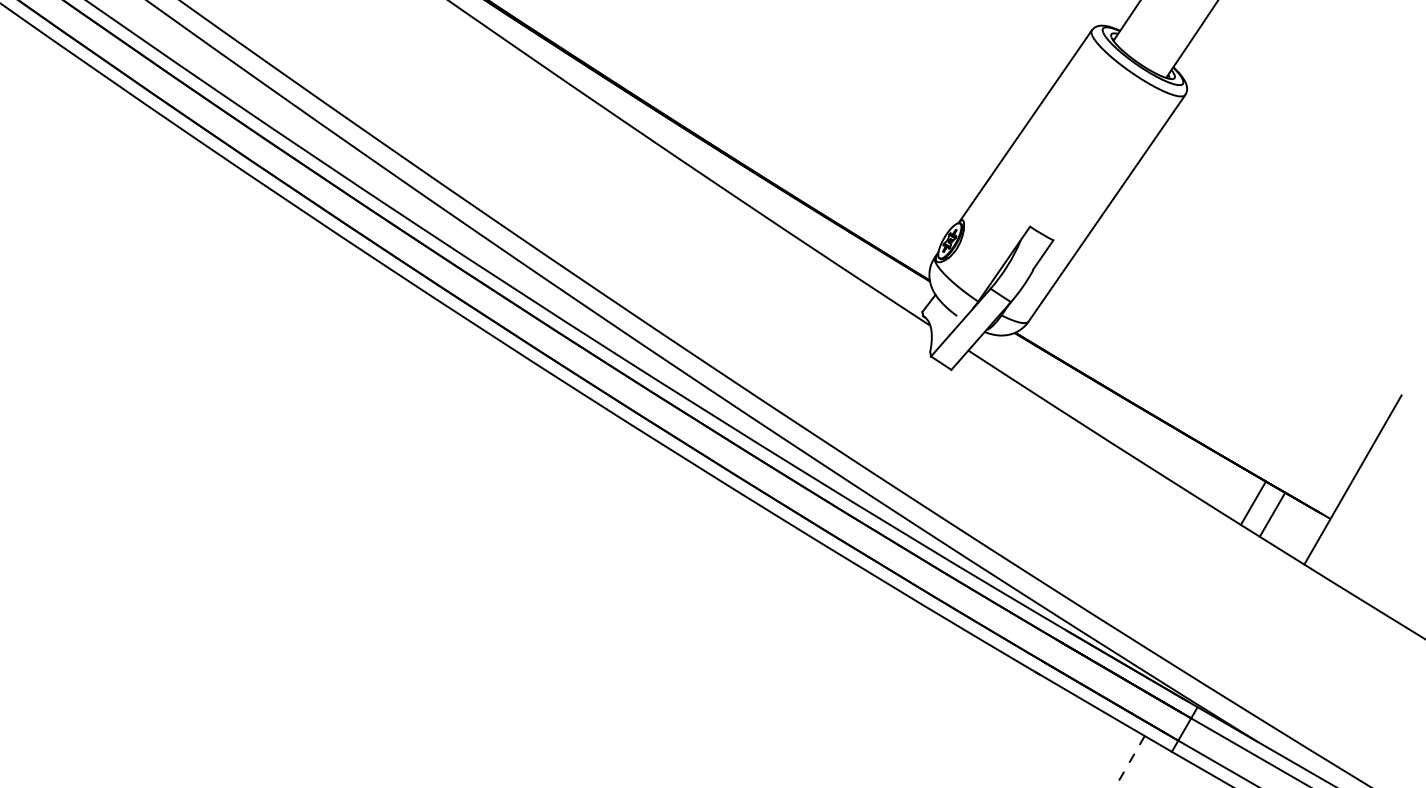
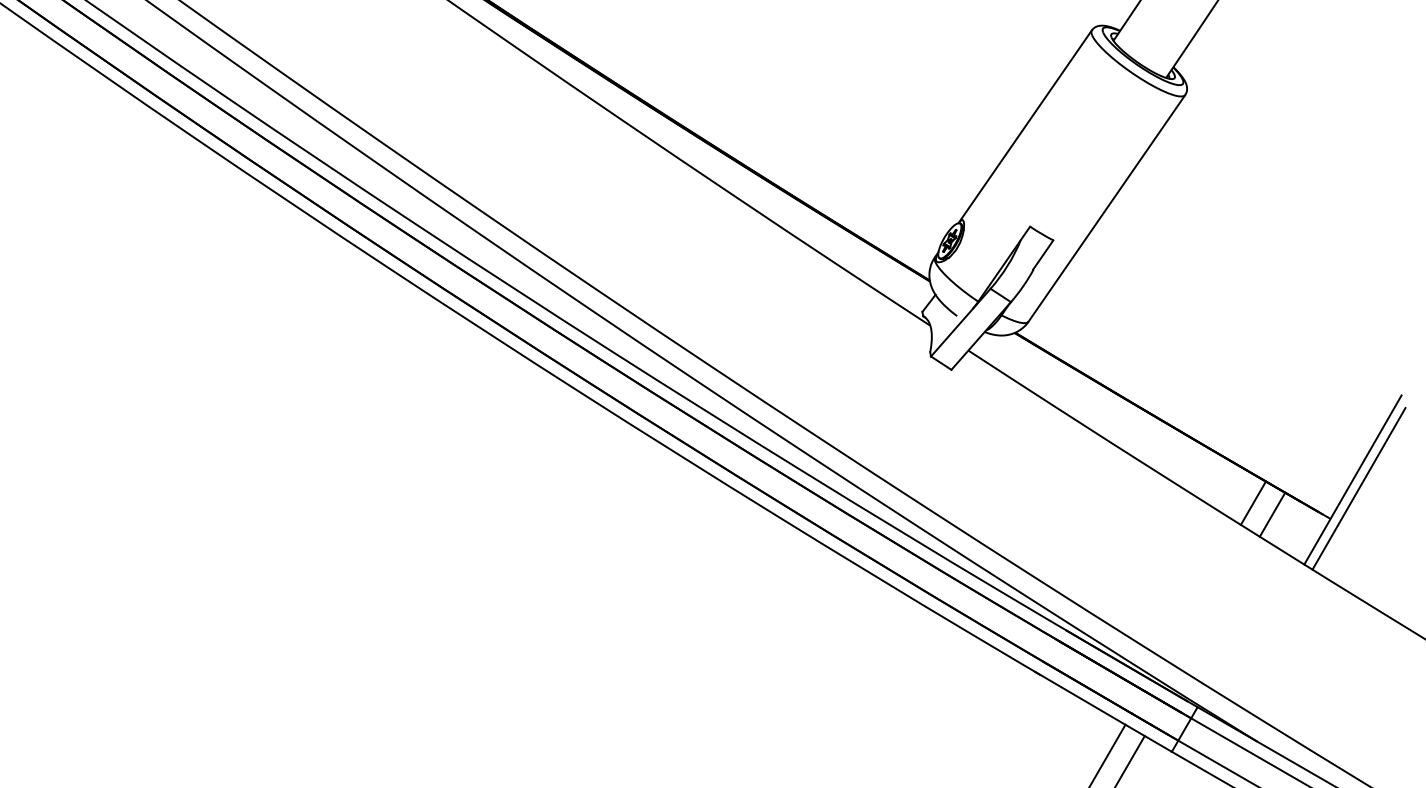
line at (1358, 488): none -> present
line at (1107, 754): none -> present
line at (1129, 761): dashed -> solid
